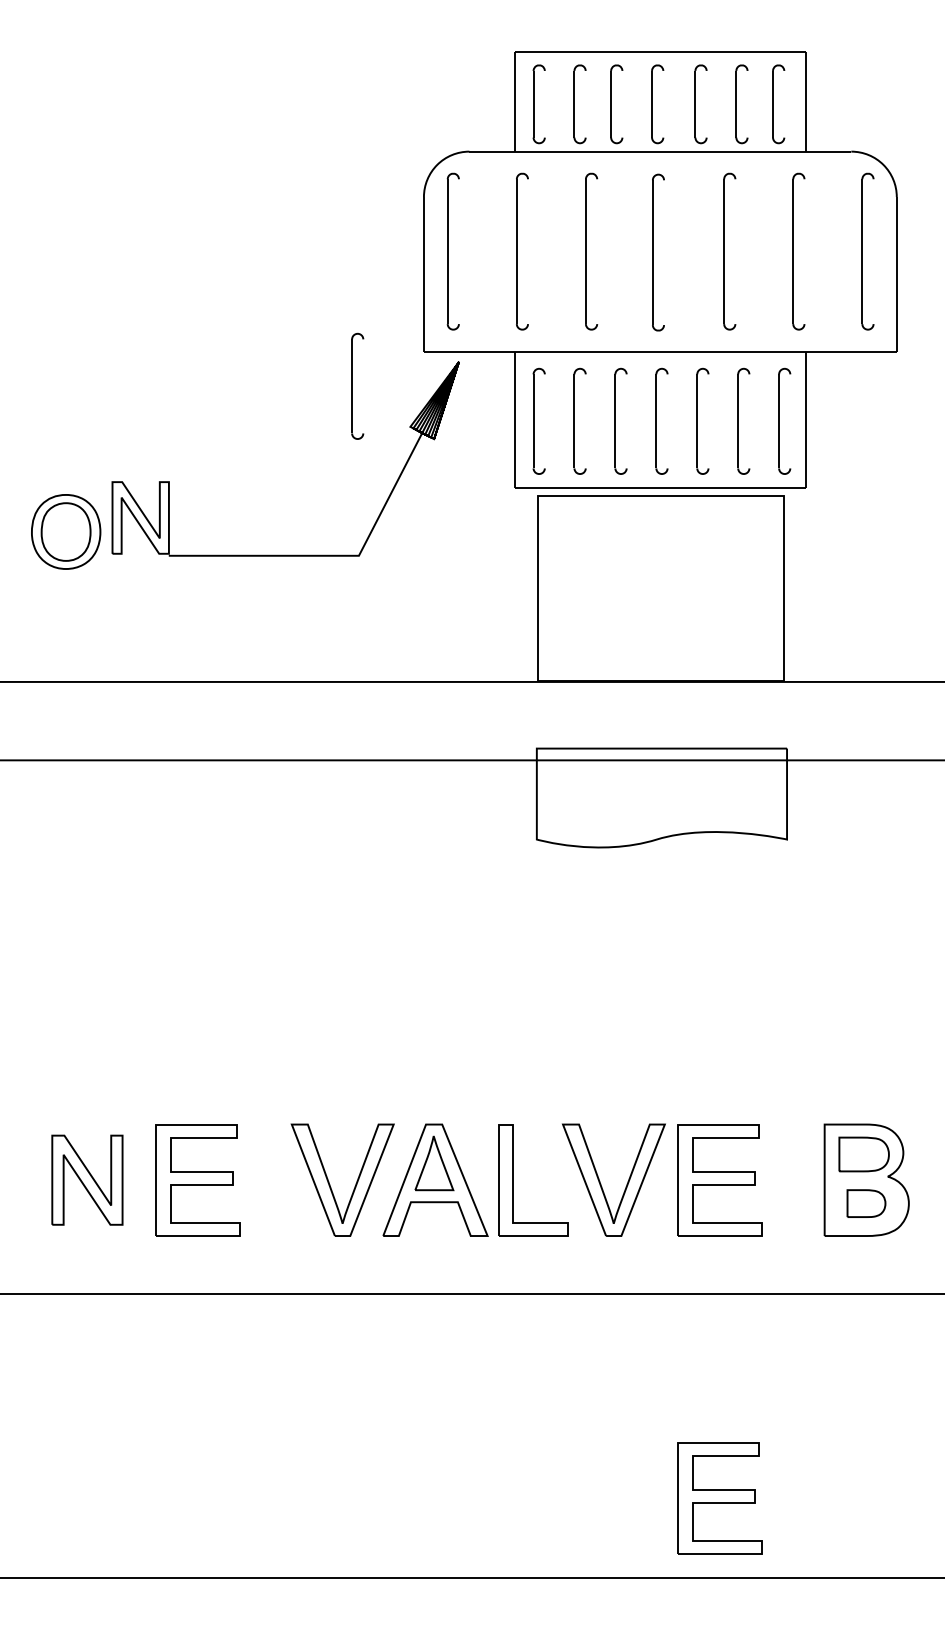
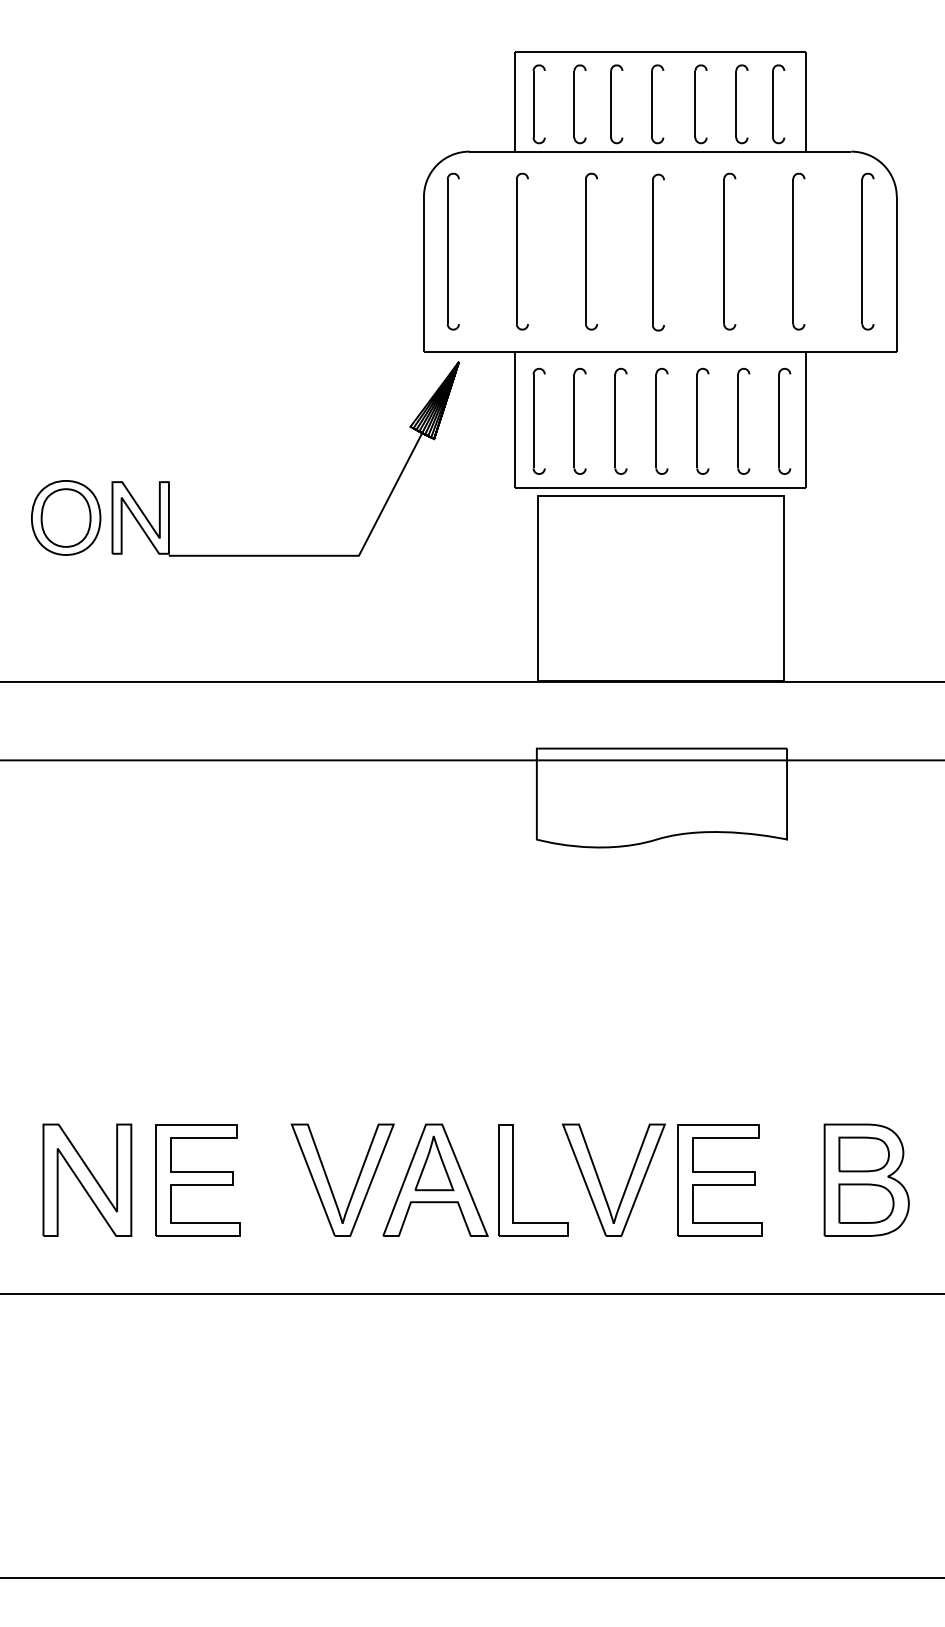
part at (357, 385): present -> none
part at (66, 531) position: (66, 531) -> (66, 517)
part at (87, 1179) size: 73x92 px -> 91x114 px
part at (866, 1203) size: 41x29 px -> 57x41 px
part at (719, 1498): present -> none
